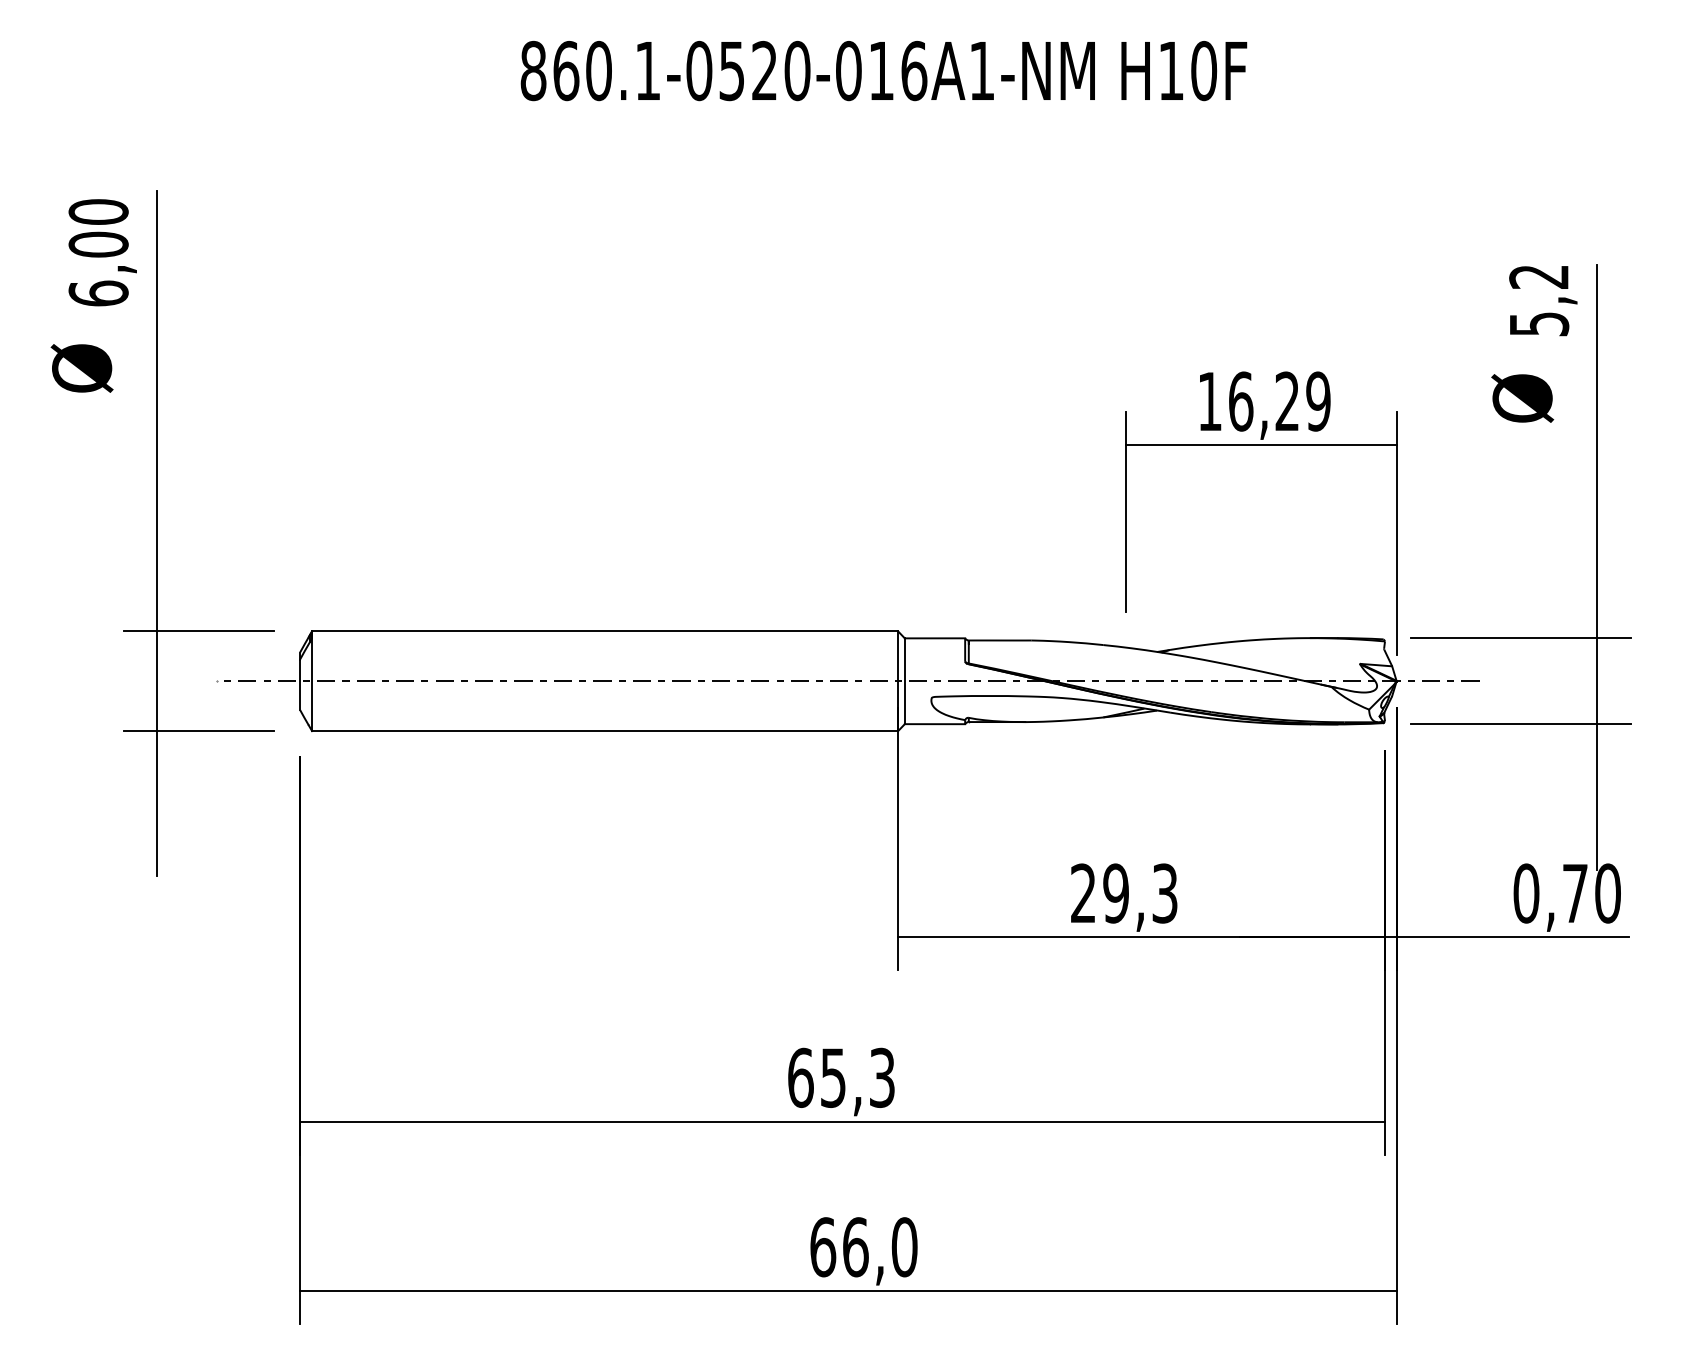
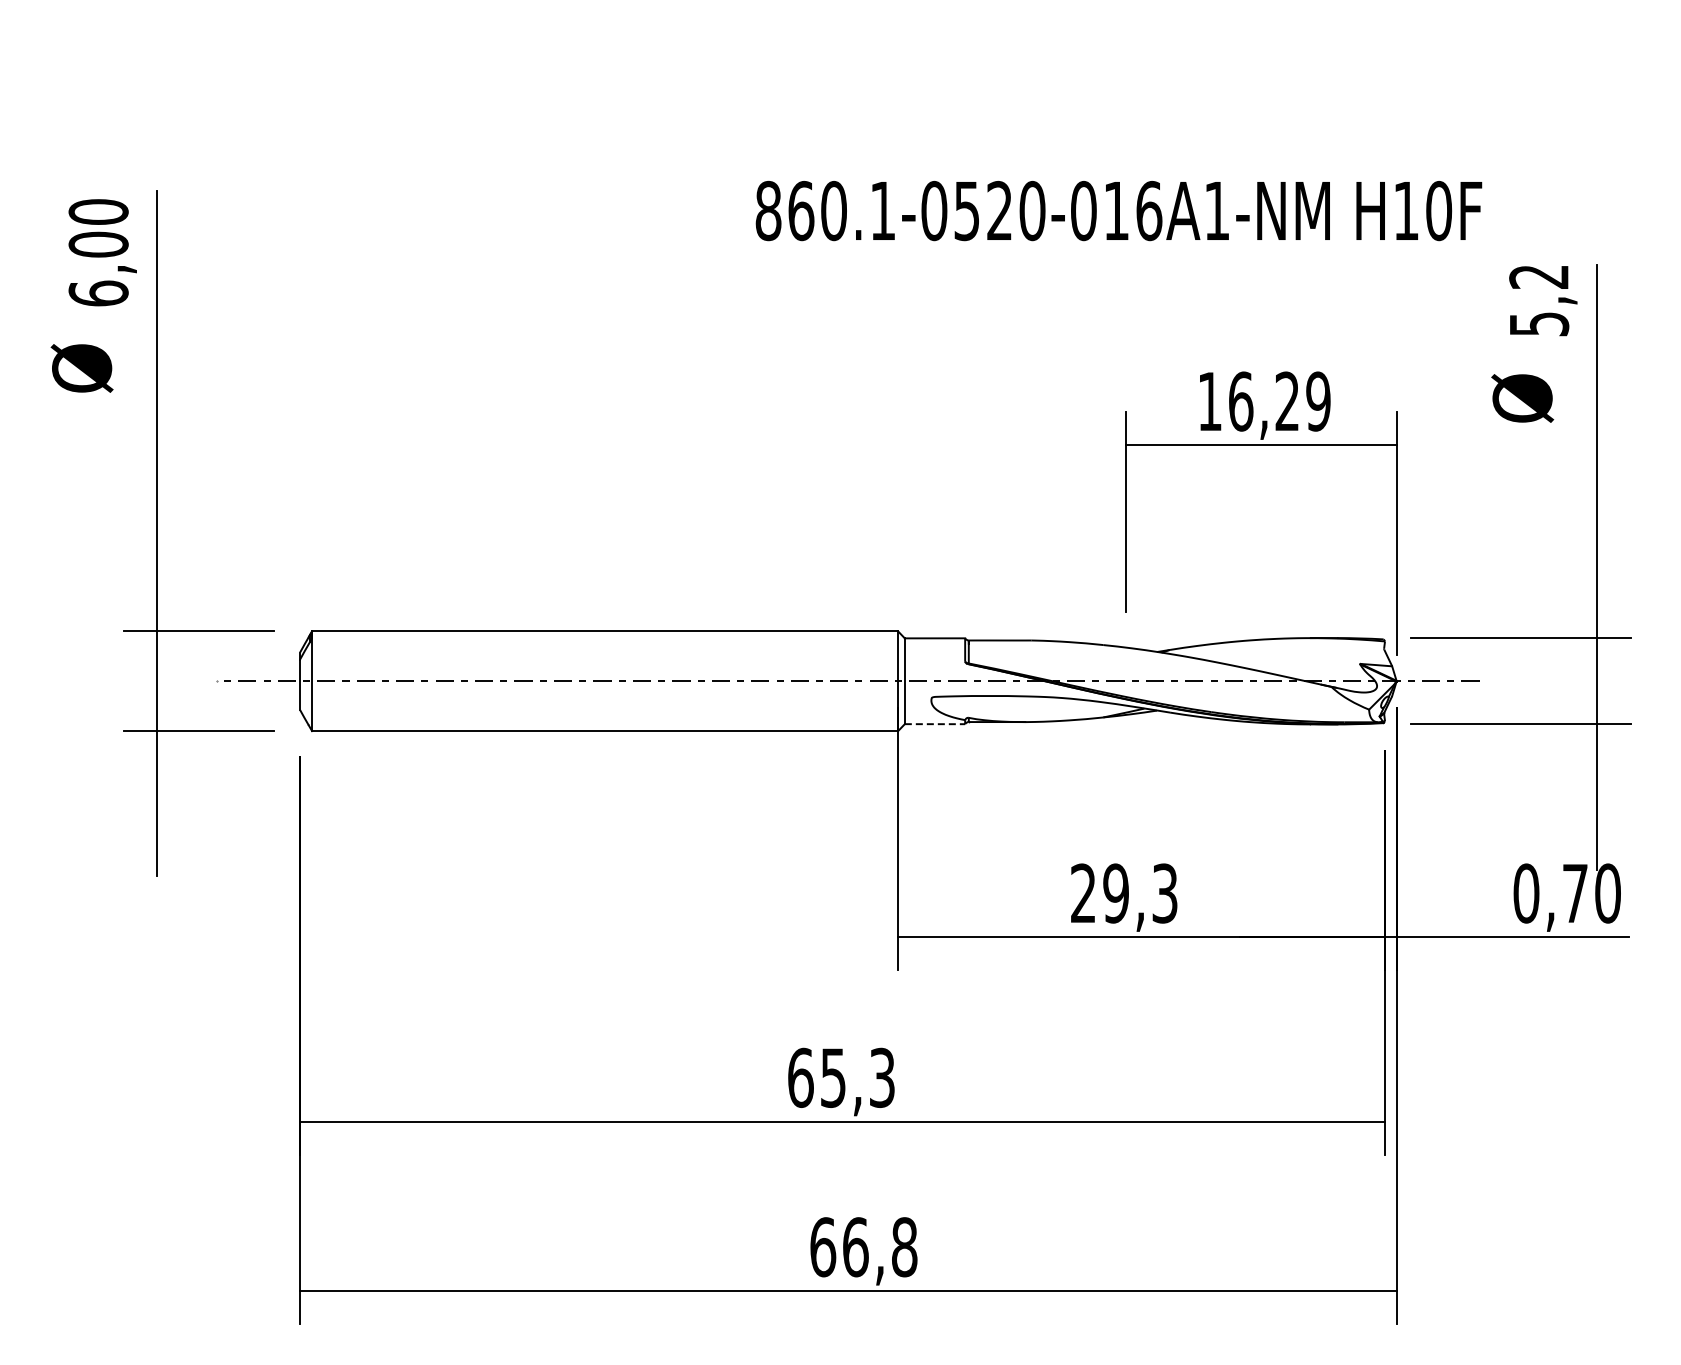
text at (883, 71) position: (883, 71) -> (1118, 211)
line at (935, 724): solid -> dashed
text at (904, 1247): 66,0 -> 66,8
